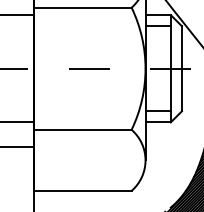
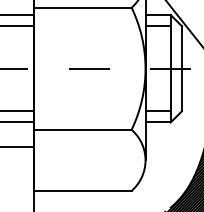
line at (17, 26): none -> present
line at (17, 111): none -> present
